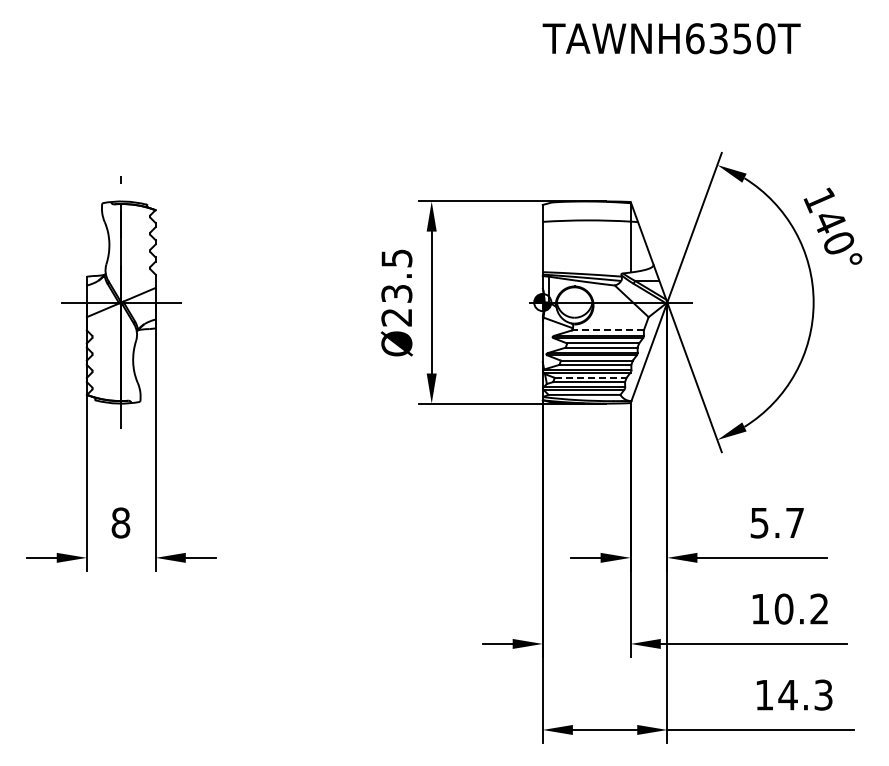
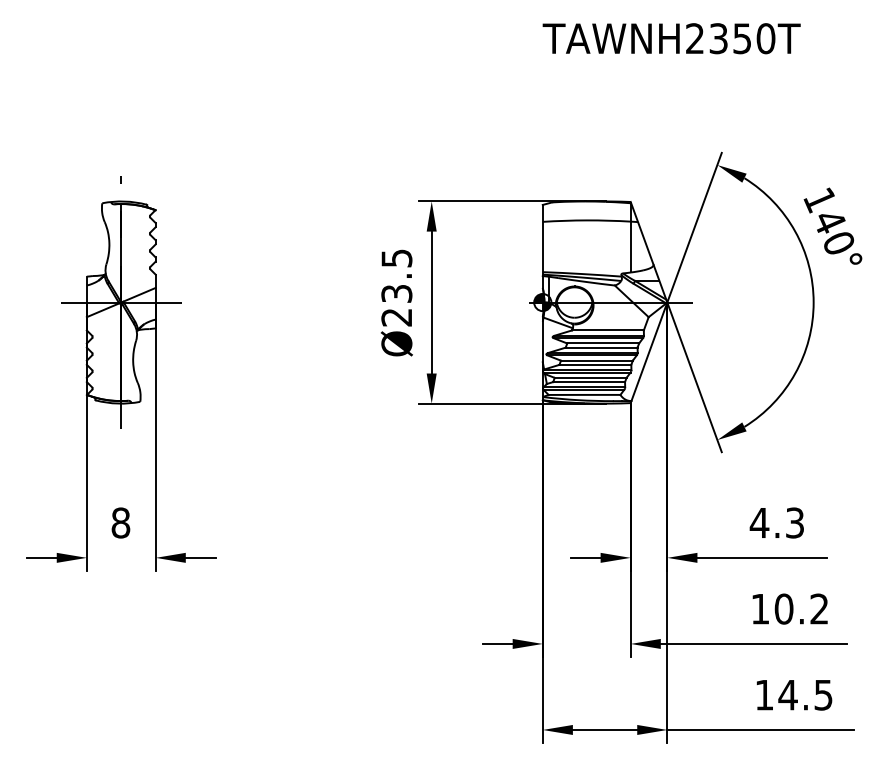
text at (695, 38): TAWNH6350T -> TAWNH2350T
line at (607, 330): dashed -> solid
line at (590, 377): dashed -> solid
text at (776, 522): 5.7 -> 4.3
text at (823, 694): 14.3 -> 14.5
